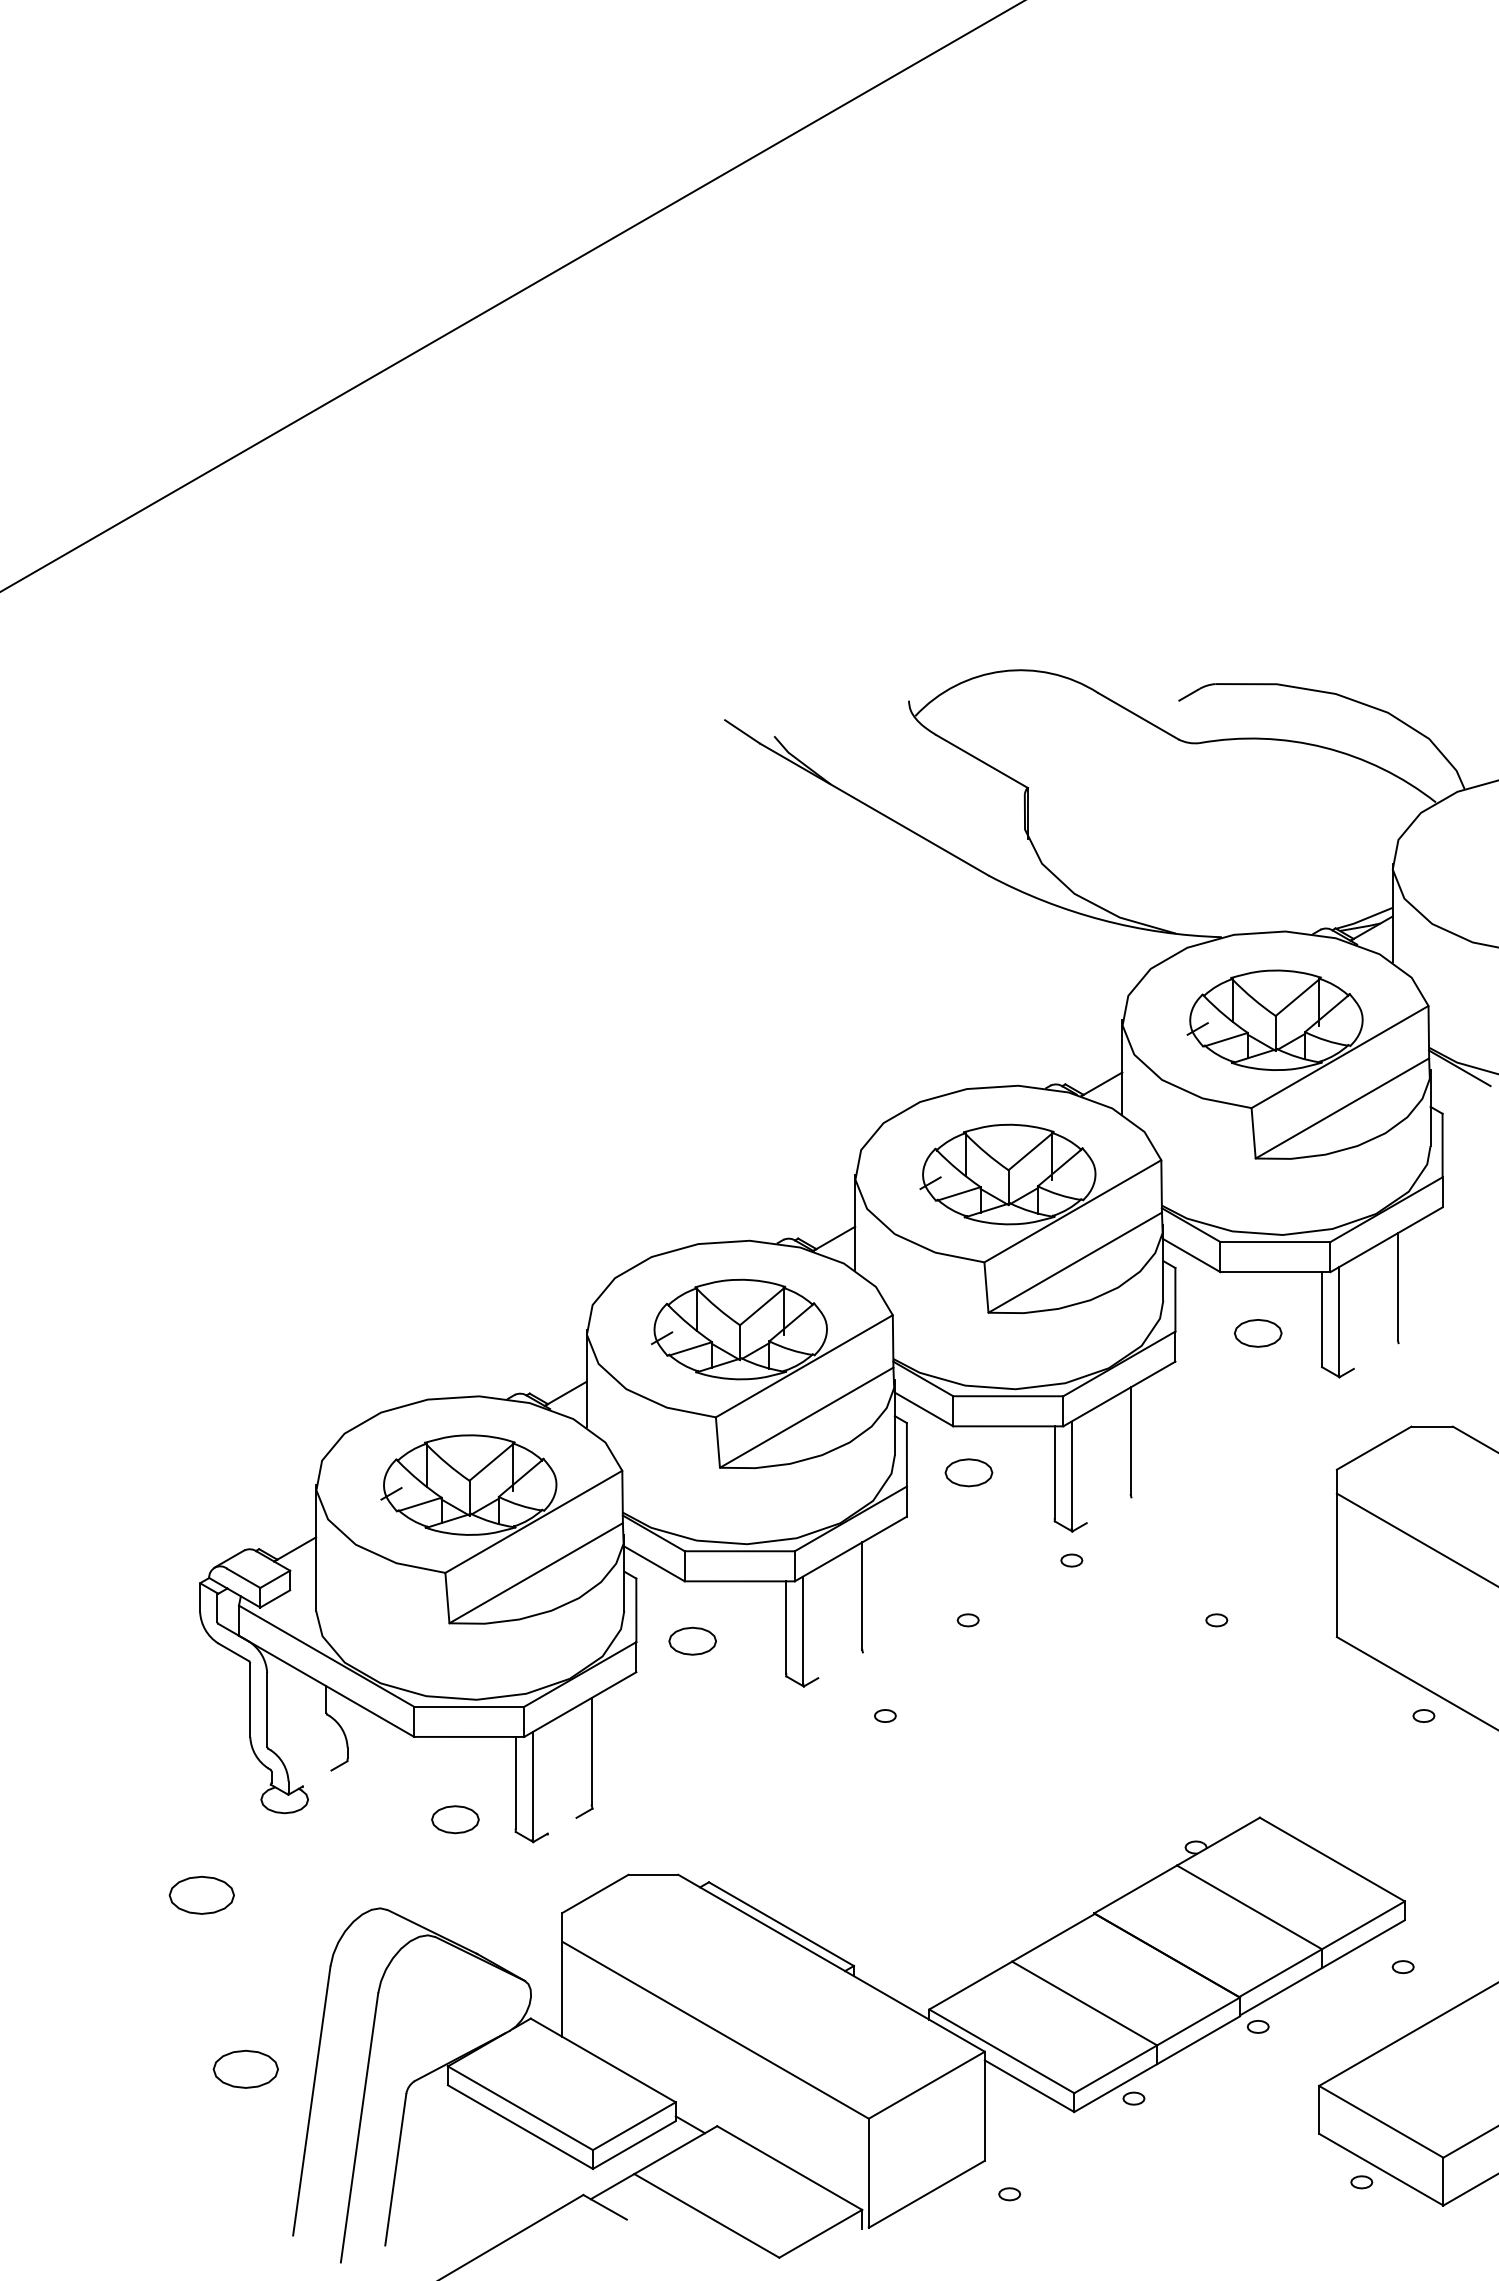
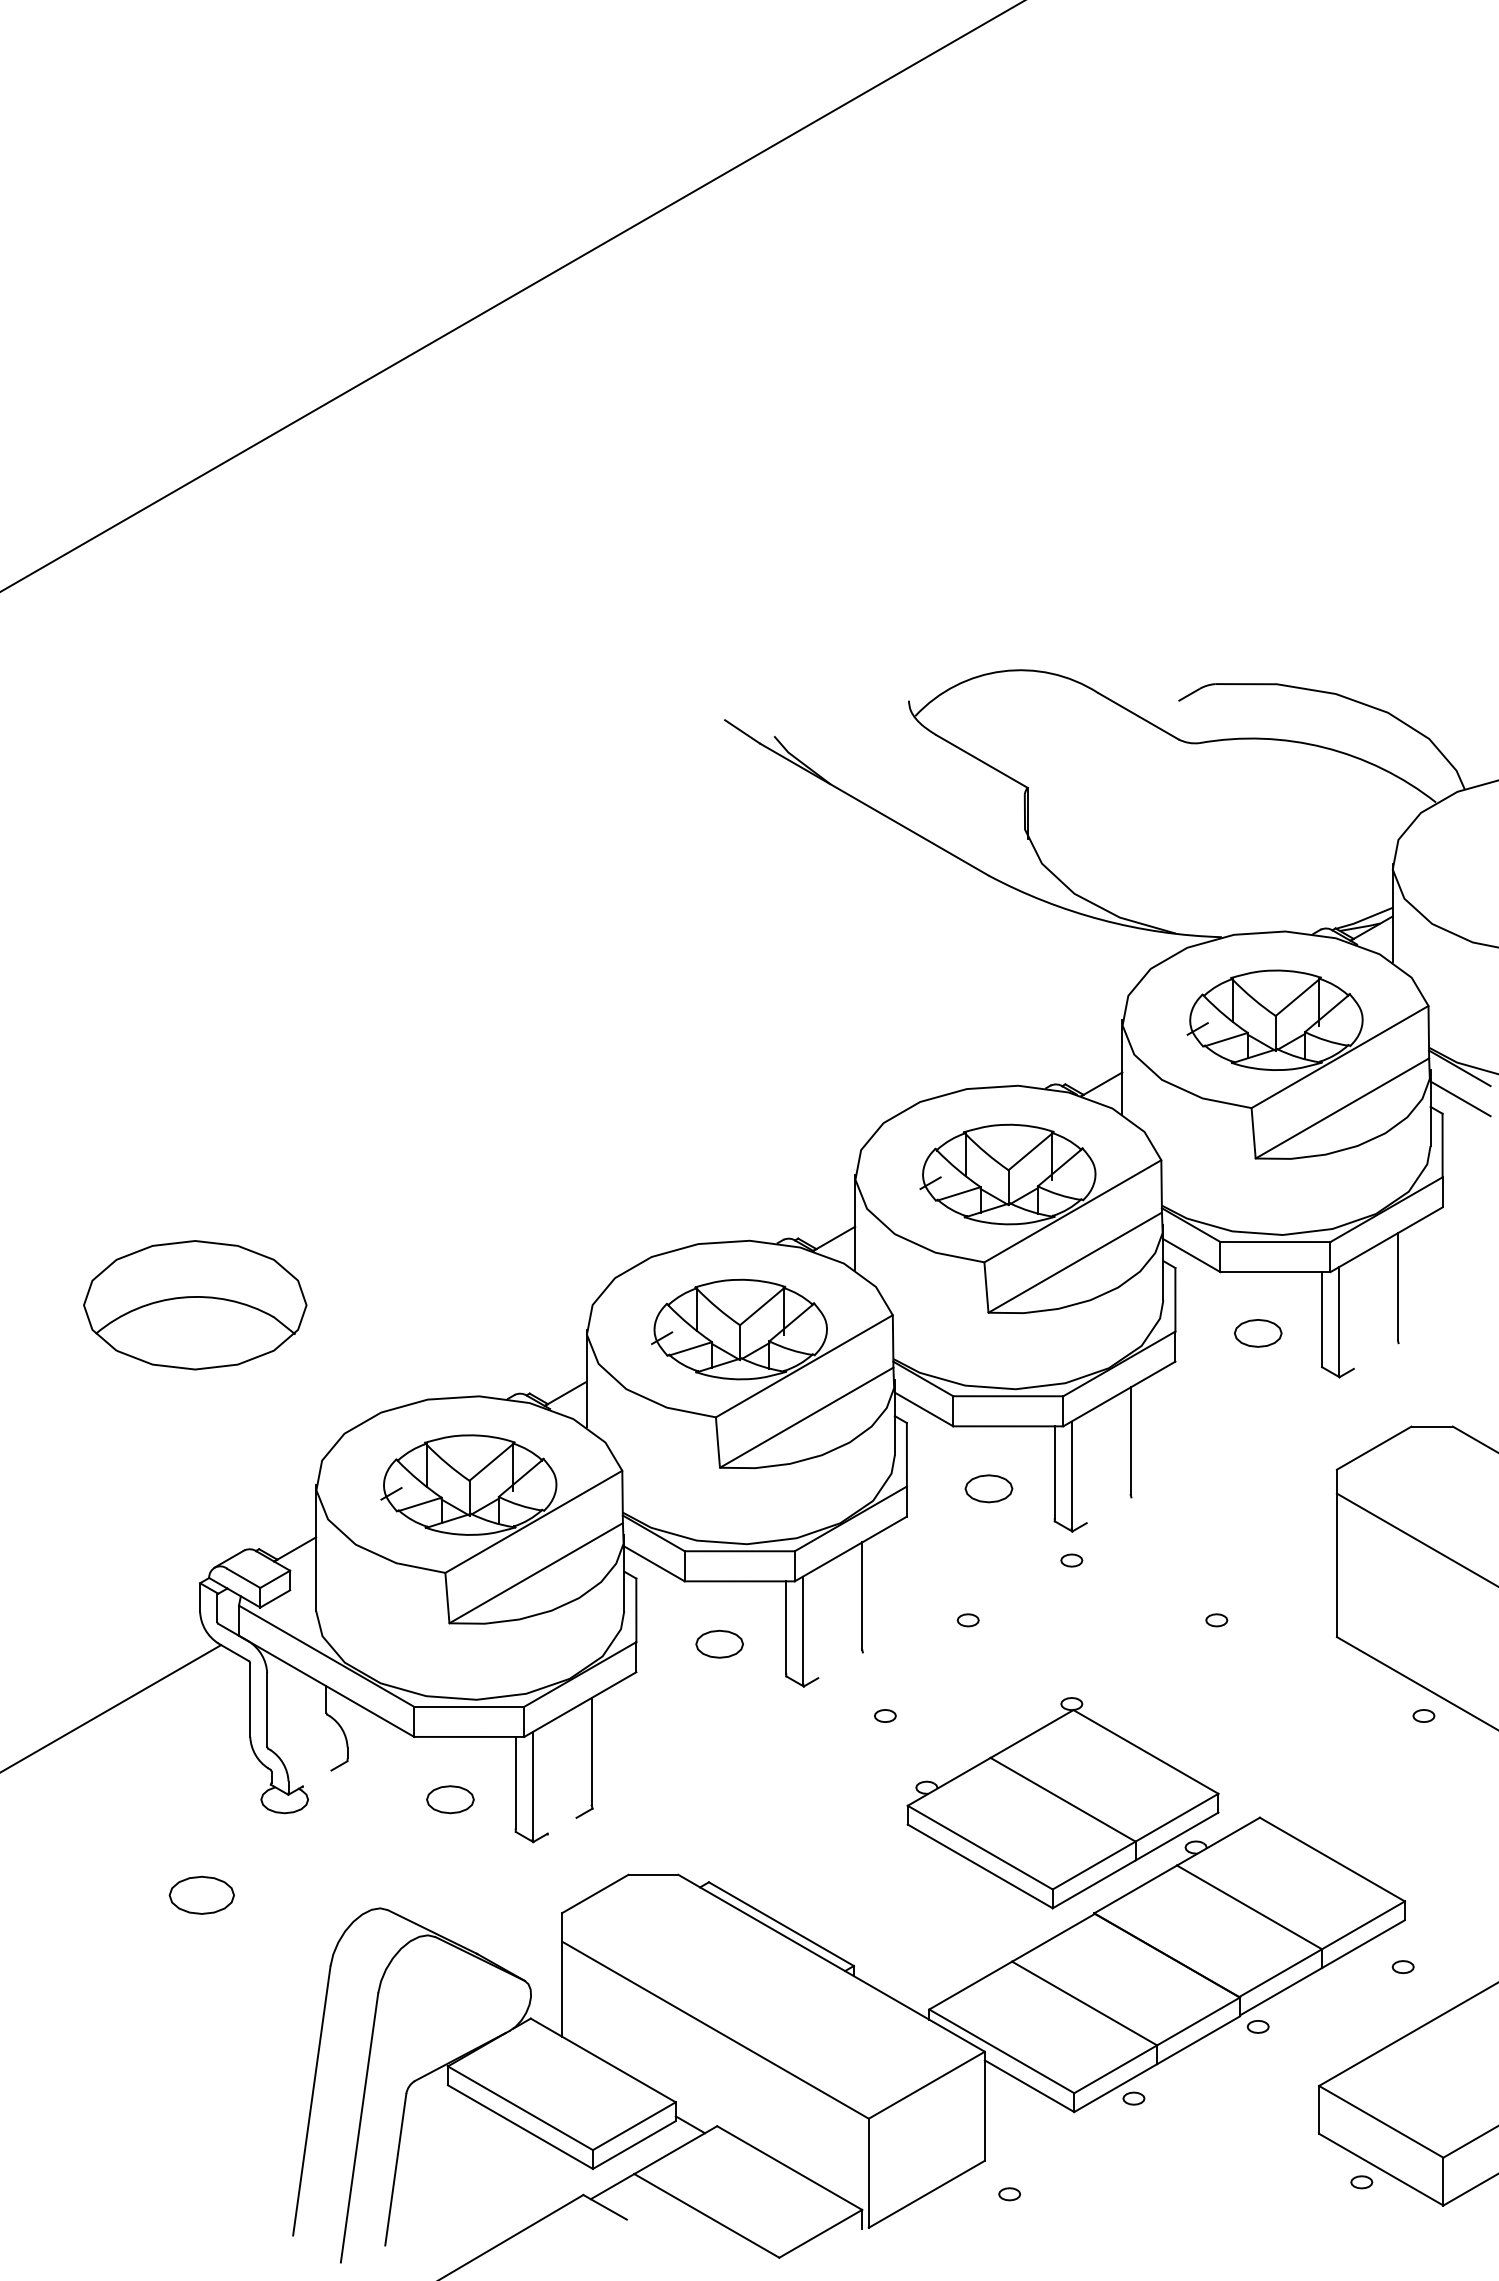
line at (1460, 1098): none -> present
part at (195, 1305): none -> present
part at (968, 1472) position: (968, 1472) -> (988, 1488)
part at (692, 1640) position: (692, 1640) -> (719, 1643)
line at (111, 1708): none -> present
part at (1062, 1803): none -> present
part at (455, 1819) position: (455, 1819) -> (450, 1799)
part at (245, 2068): present -> none
